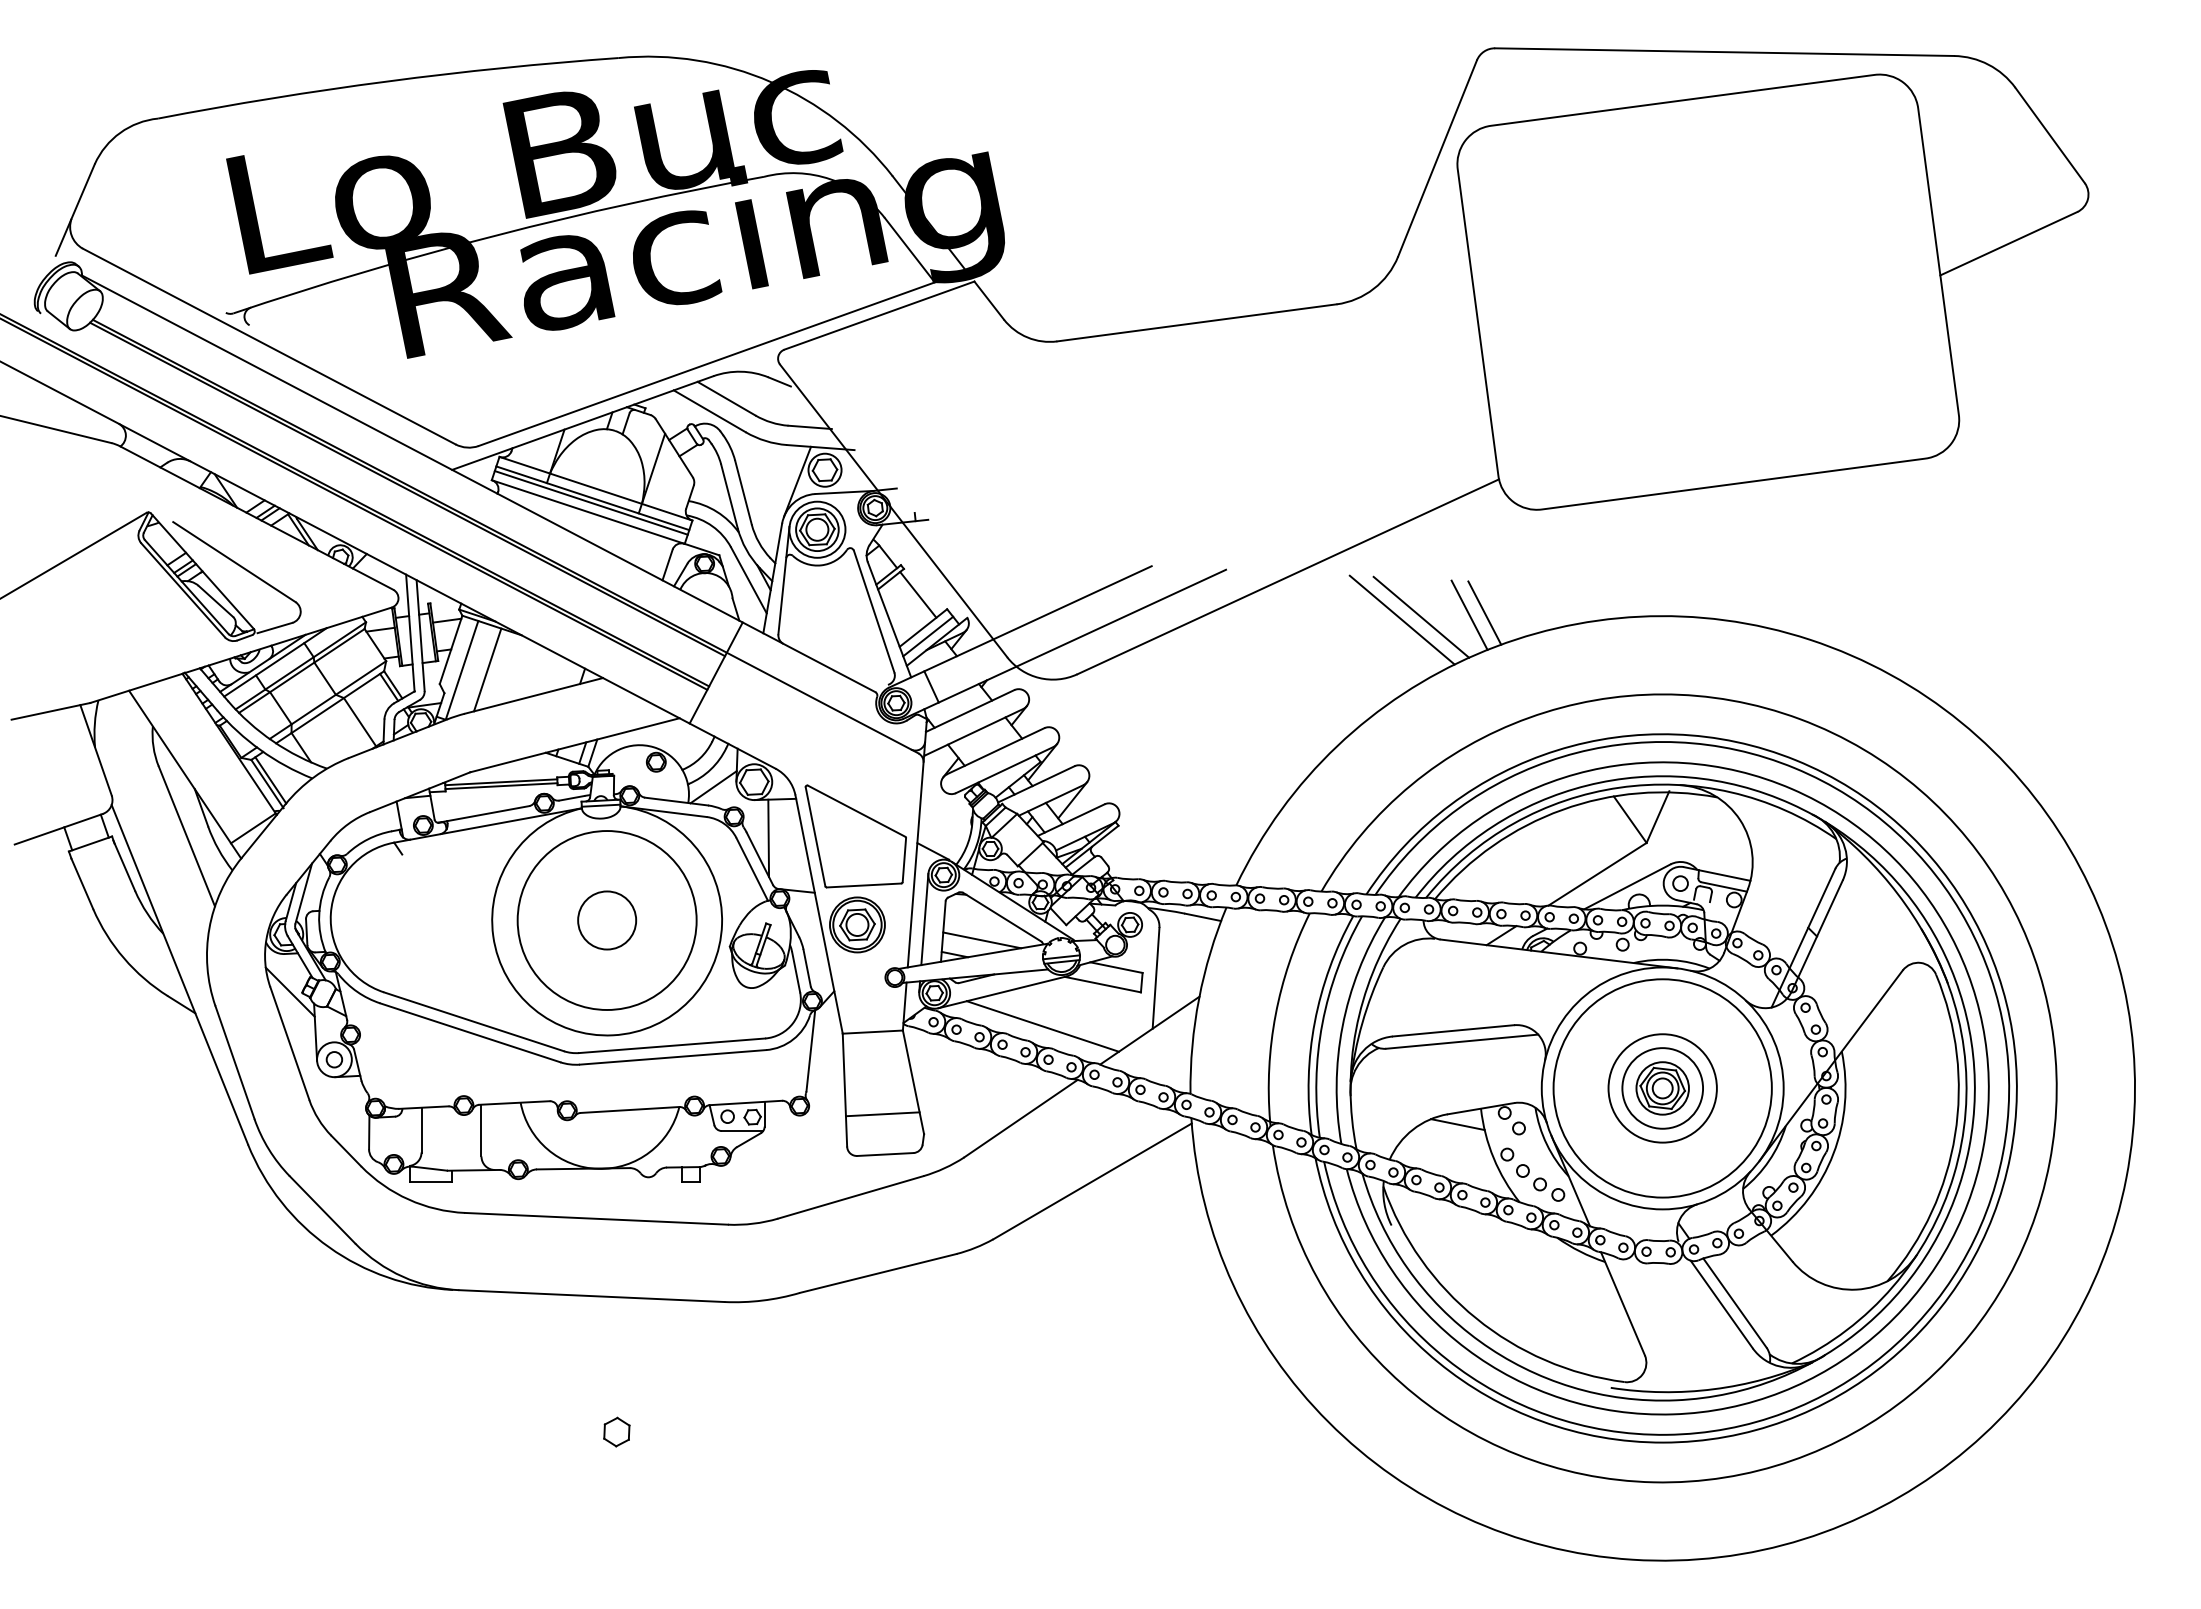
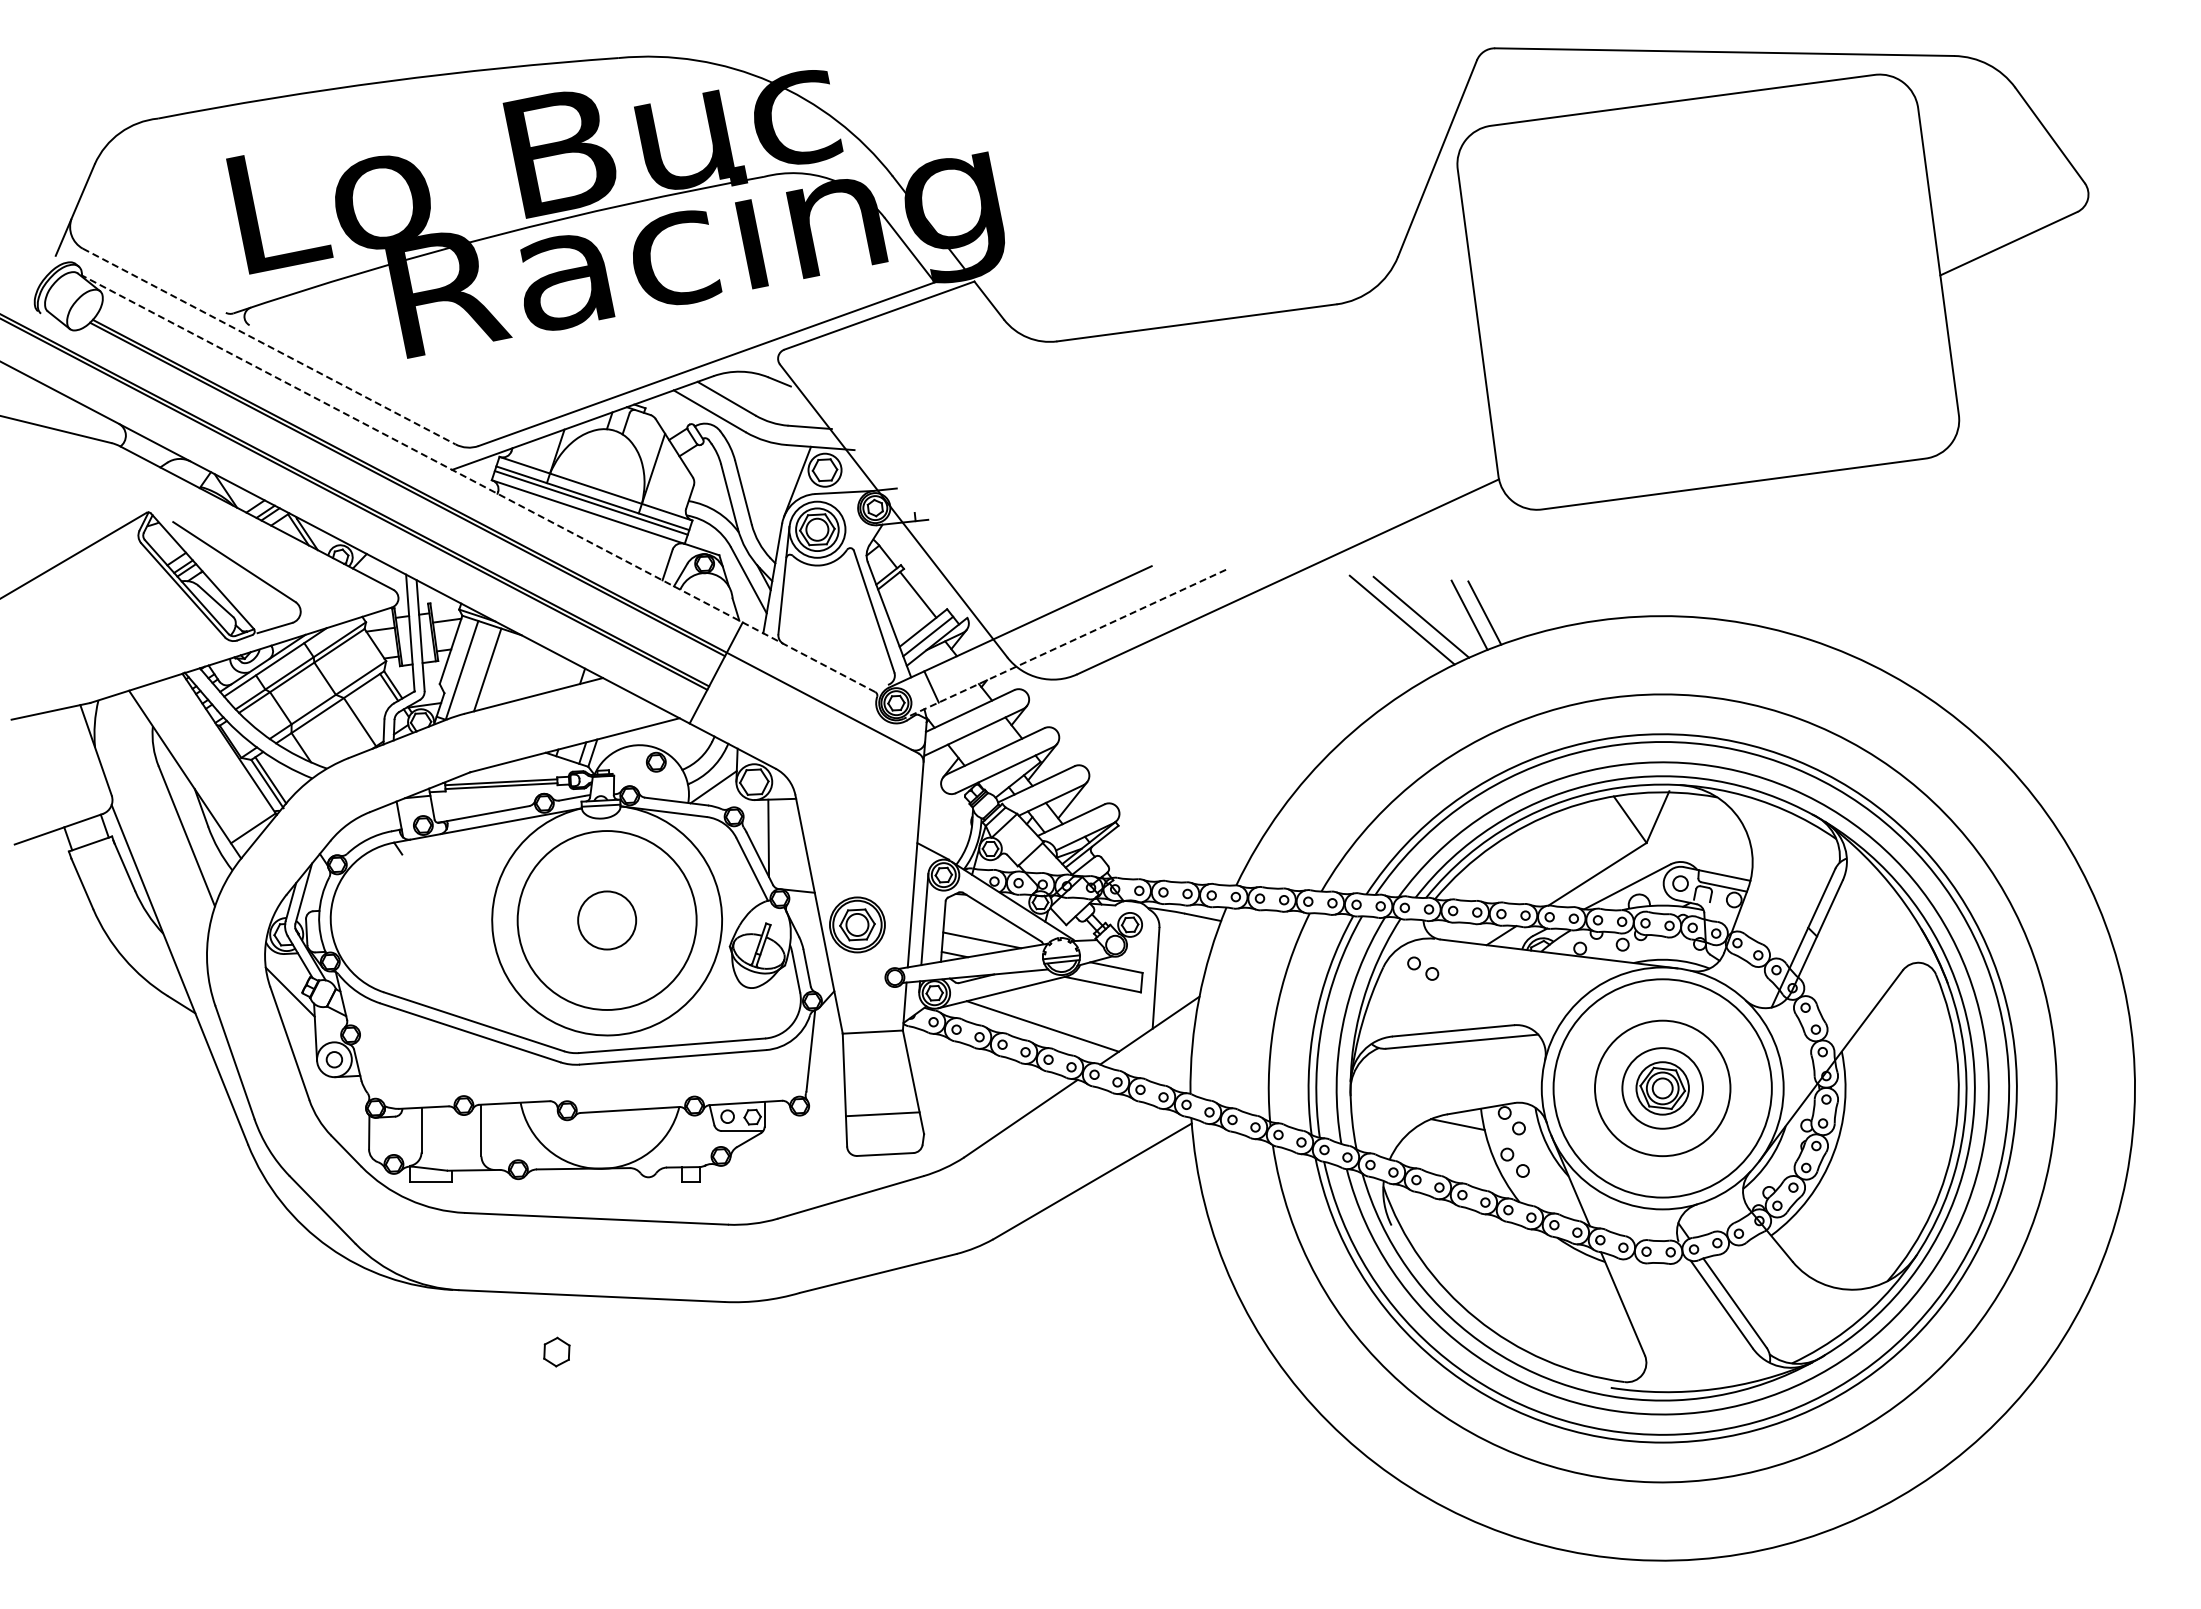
line at (269, 346): solid -> dashed
line at (478, 483): solid -> dashed
line at (1064, 644): solid -> dashed
part at (855, 836): present -> none
circle at (1662, 1088) diameter: 108 px -> 135 px
part at (1549, 1189) position: (1549, 1189) -> (1423, 968)
part at (616, 1431) position: (616, 1431) -> (556, 1351)
